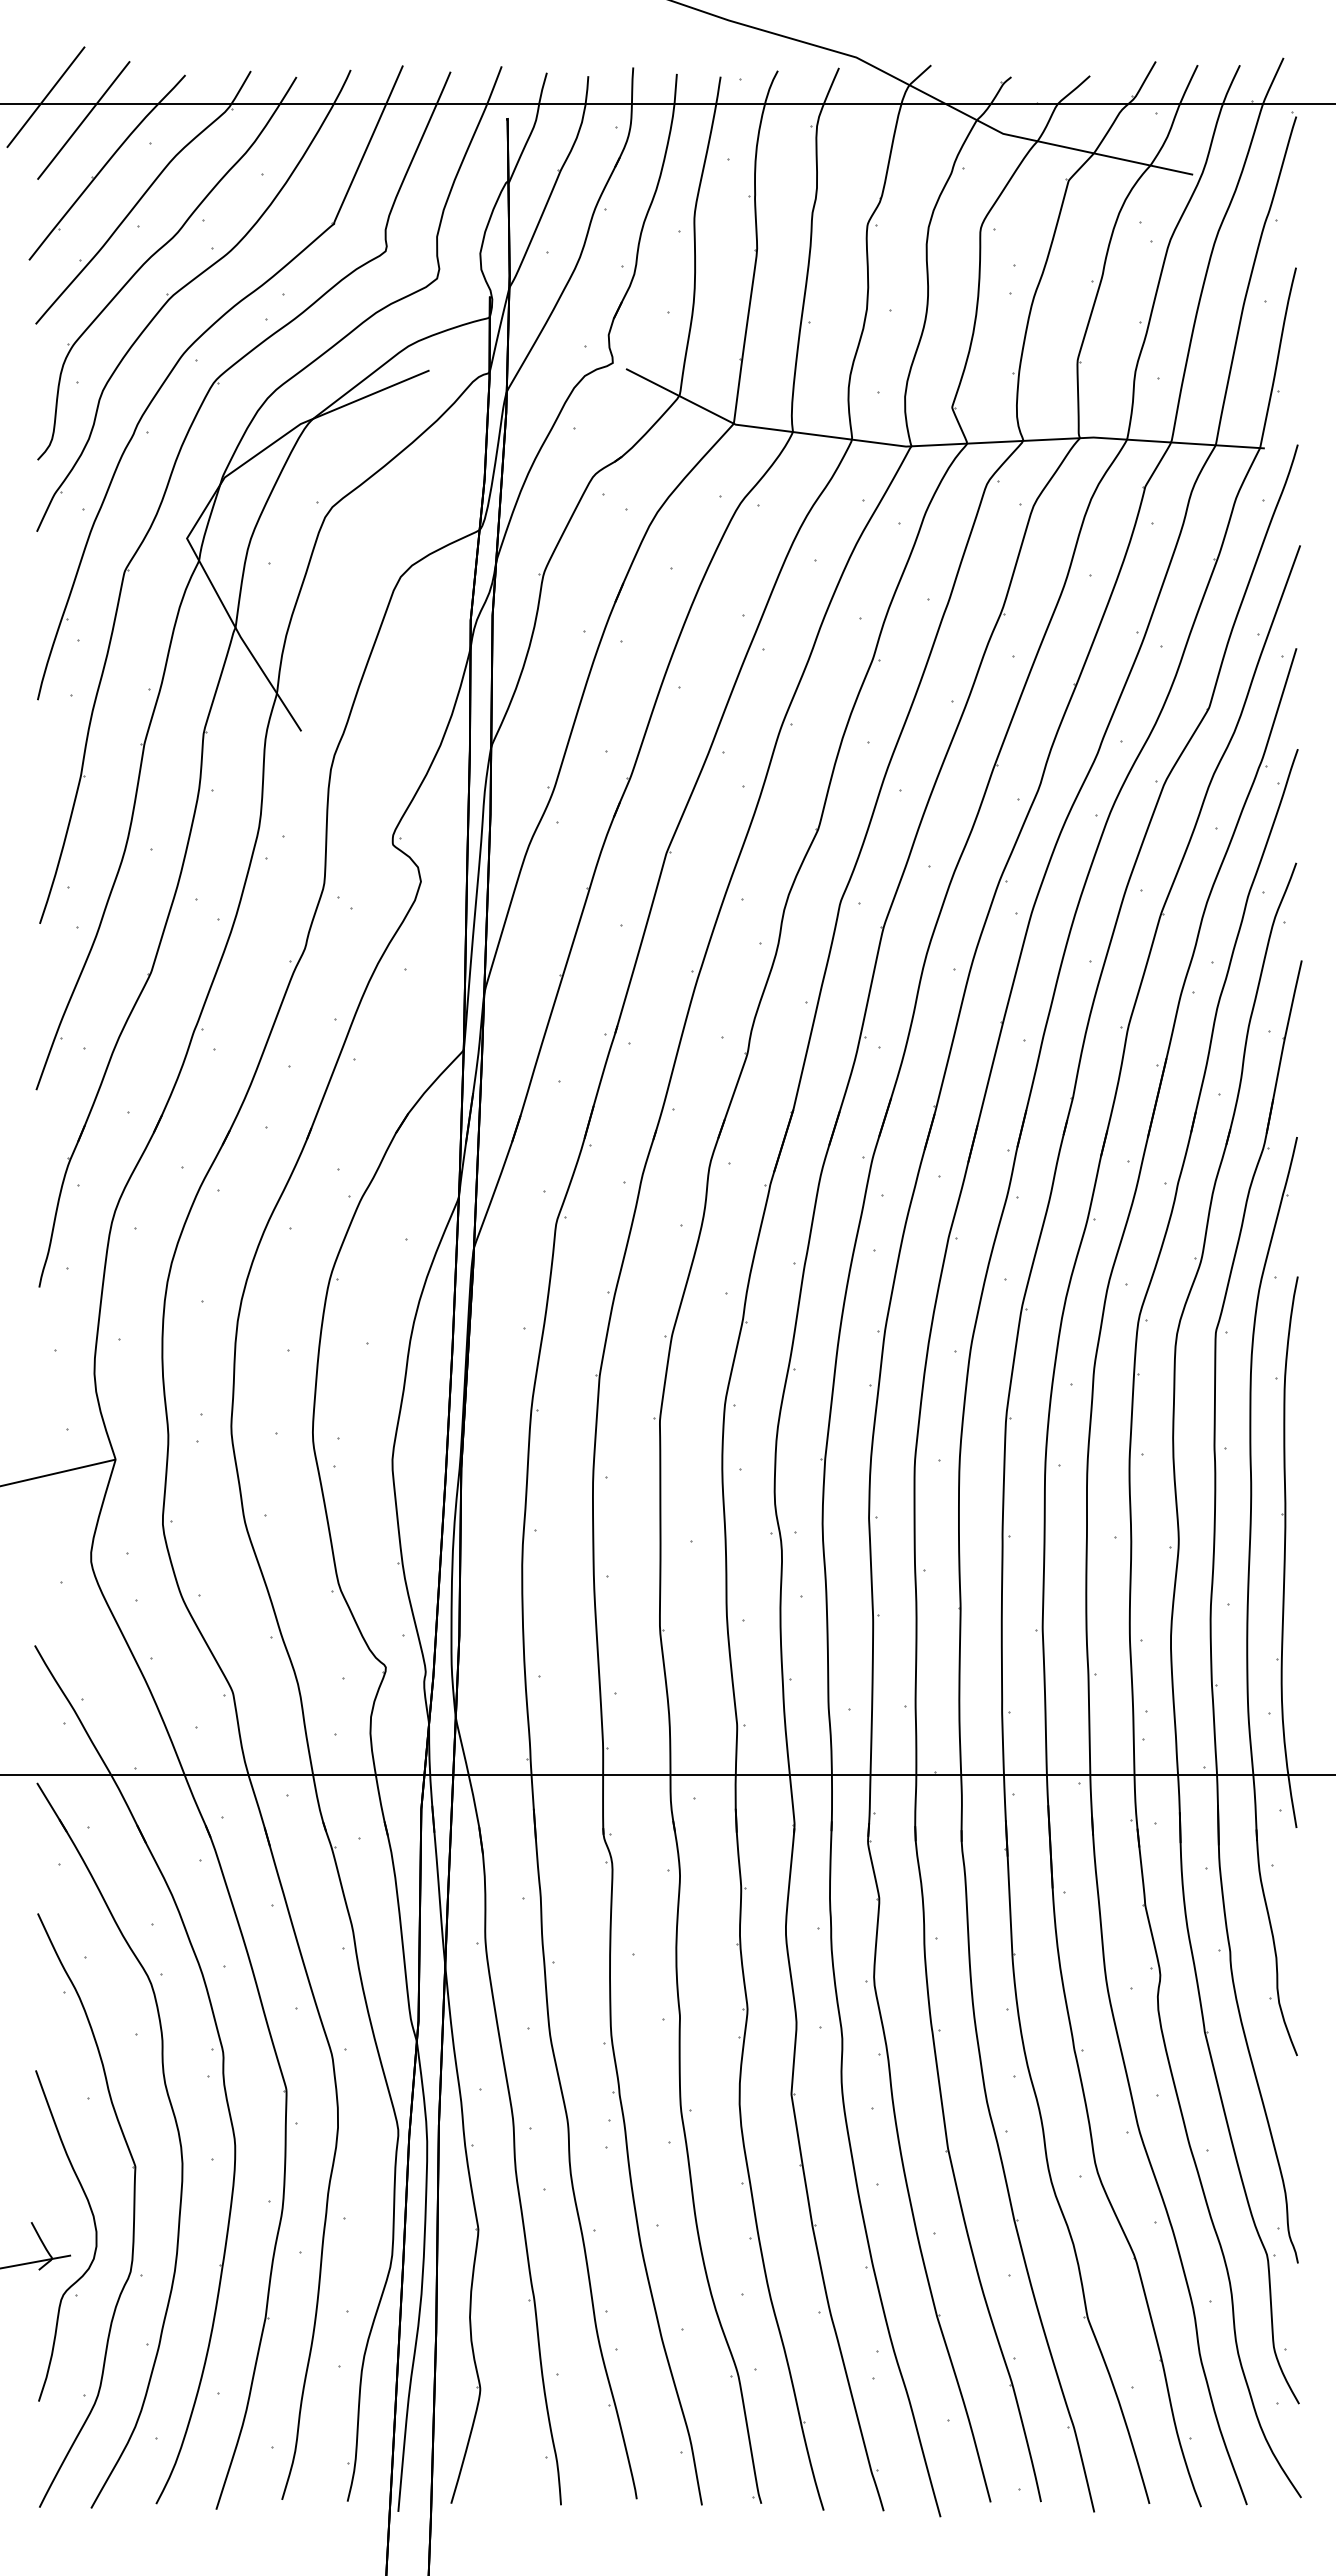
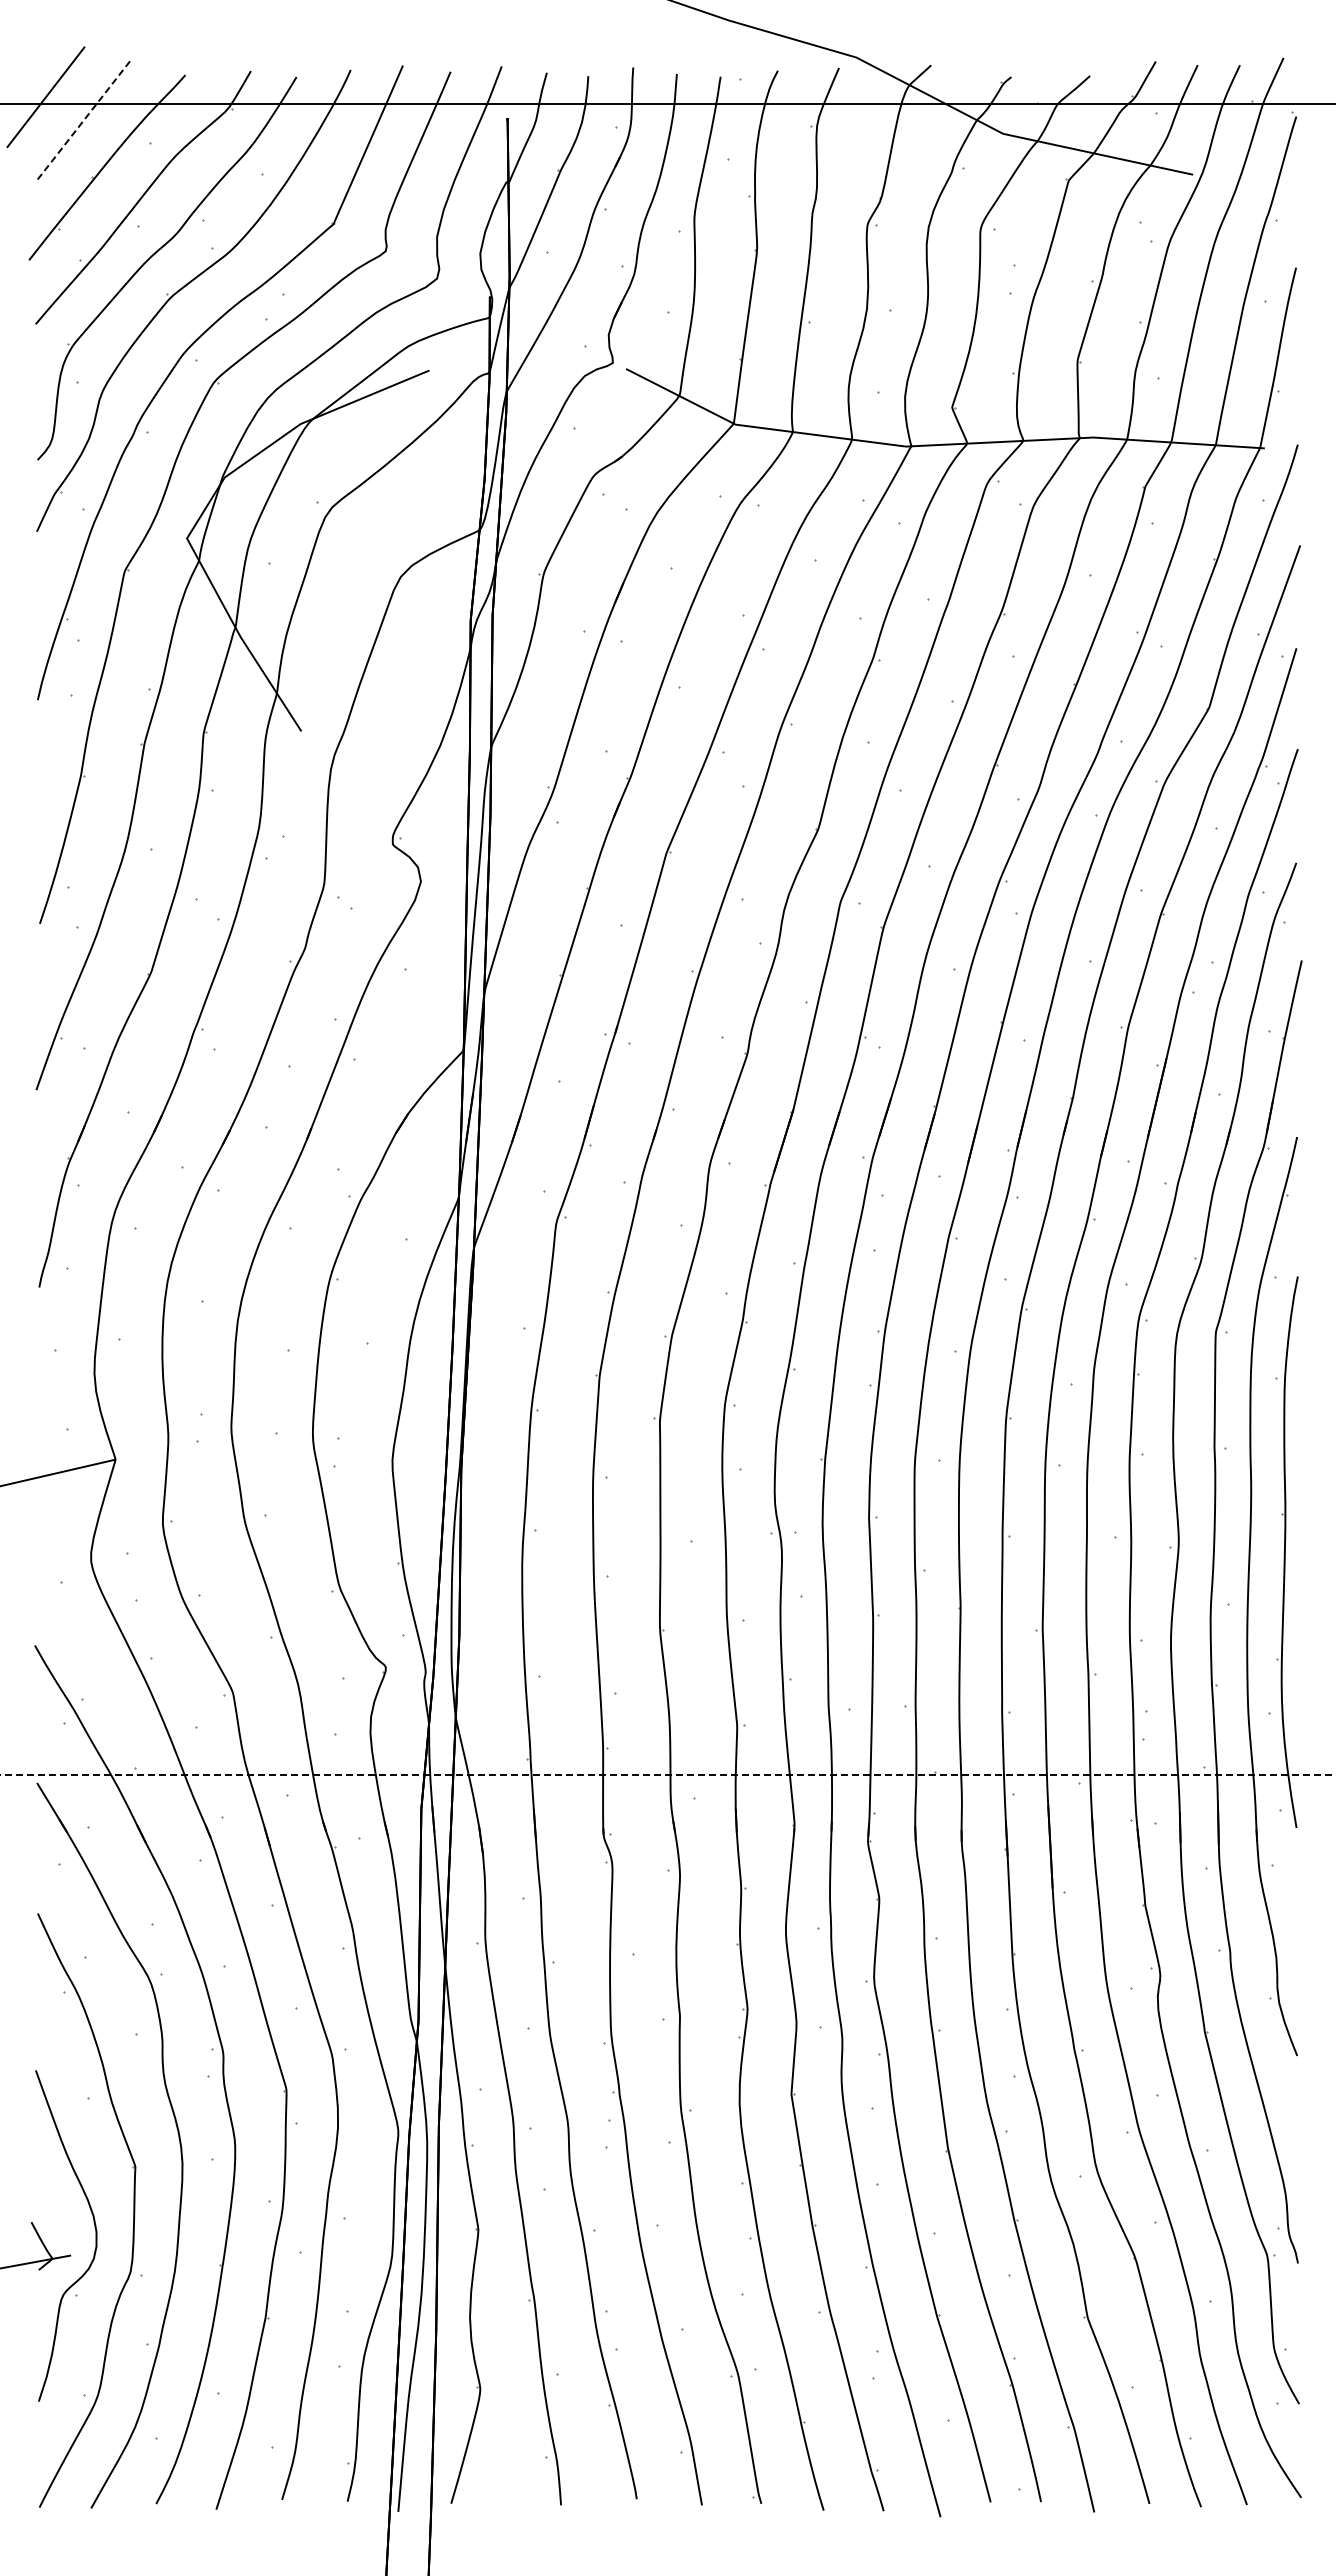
line at (83, 120): solid -> dashed
line at (667, 1774): solid -> dashed
